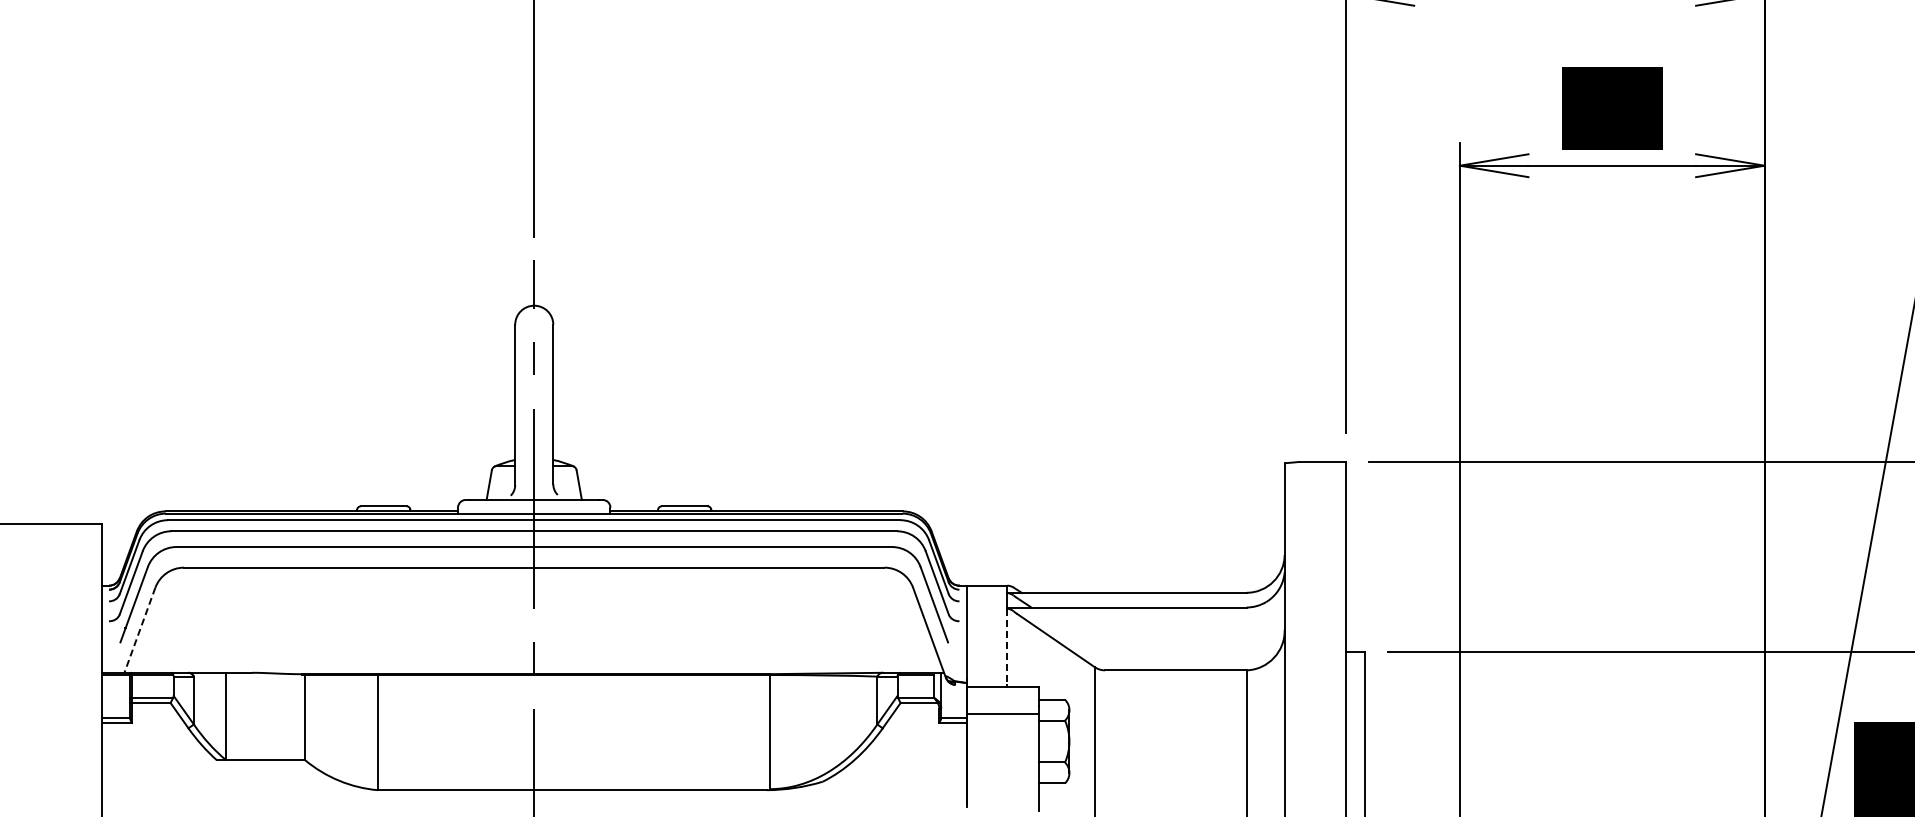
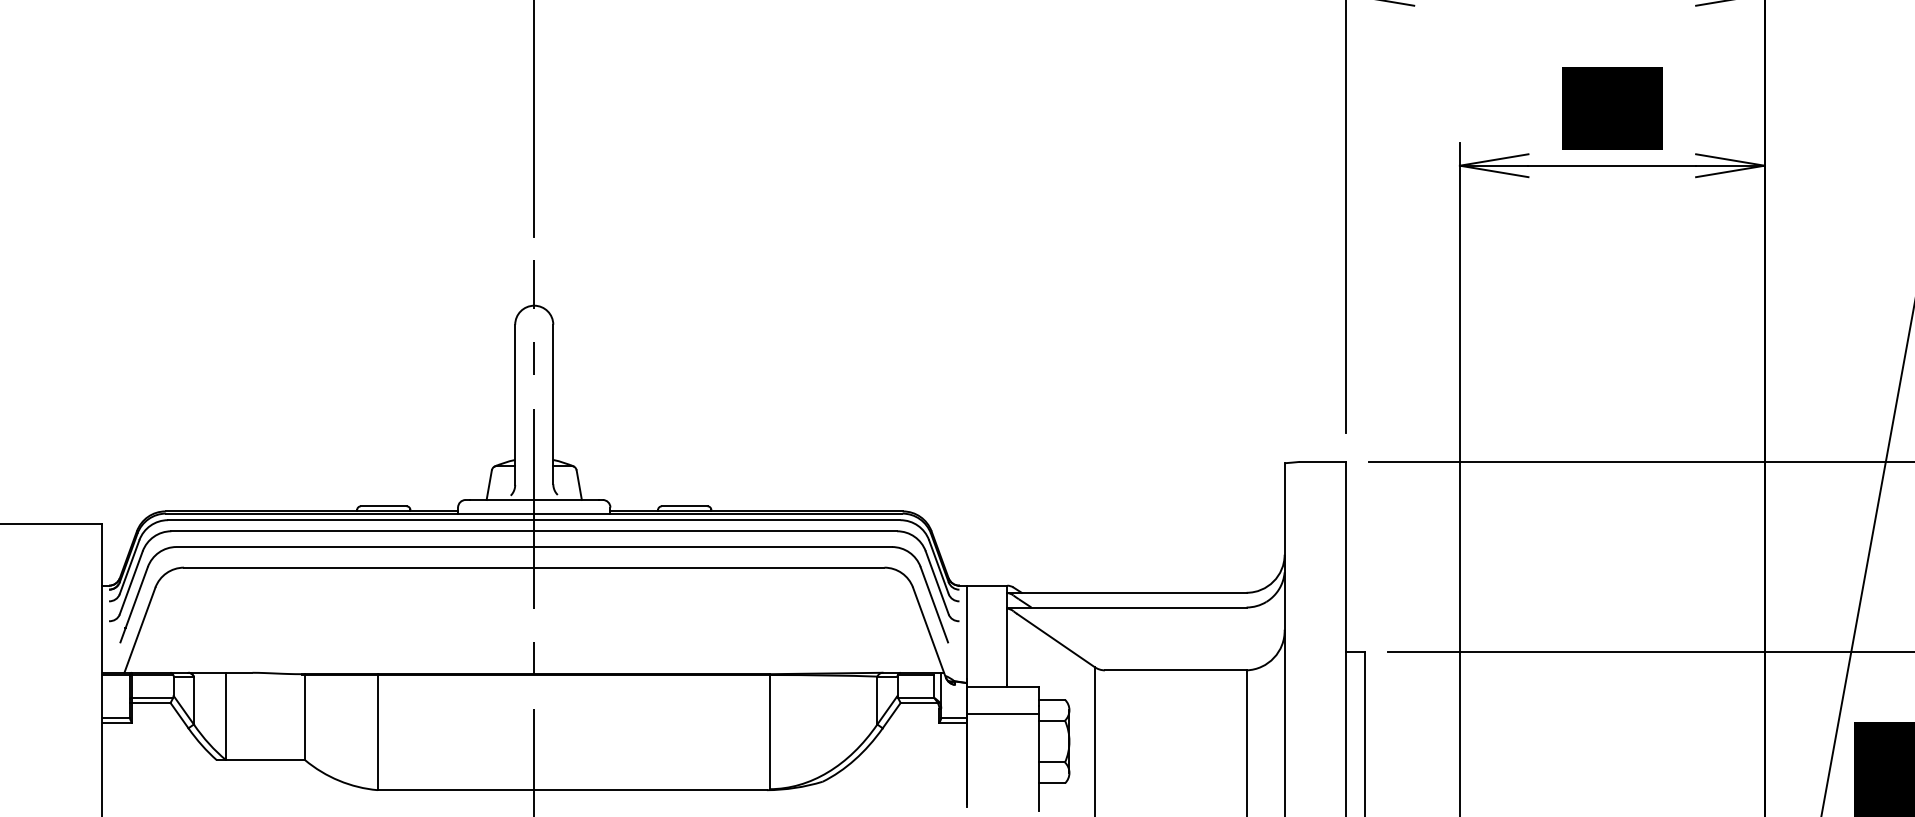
line at (139, 630): dashed -> solid
line at (1007, 647): dashed -> solid
